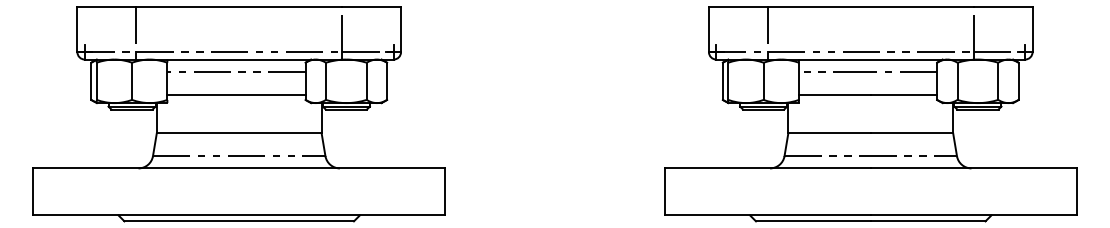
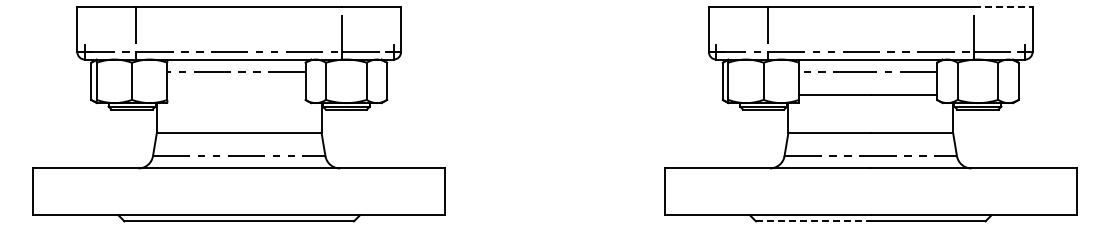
line at (1003, 6): solid -> dashed
line at (236, 94): present -> none
line at (813, 221): solid -> dashed
